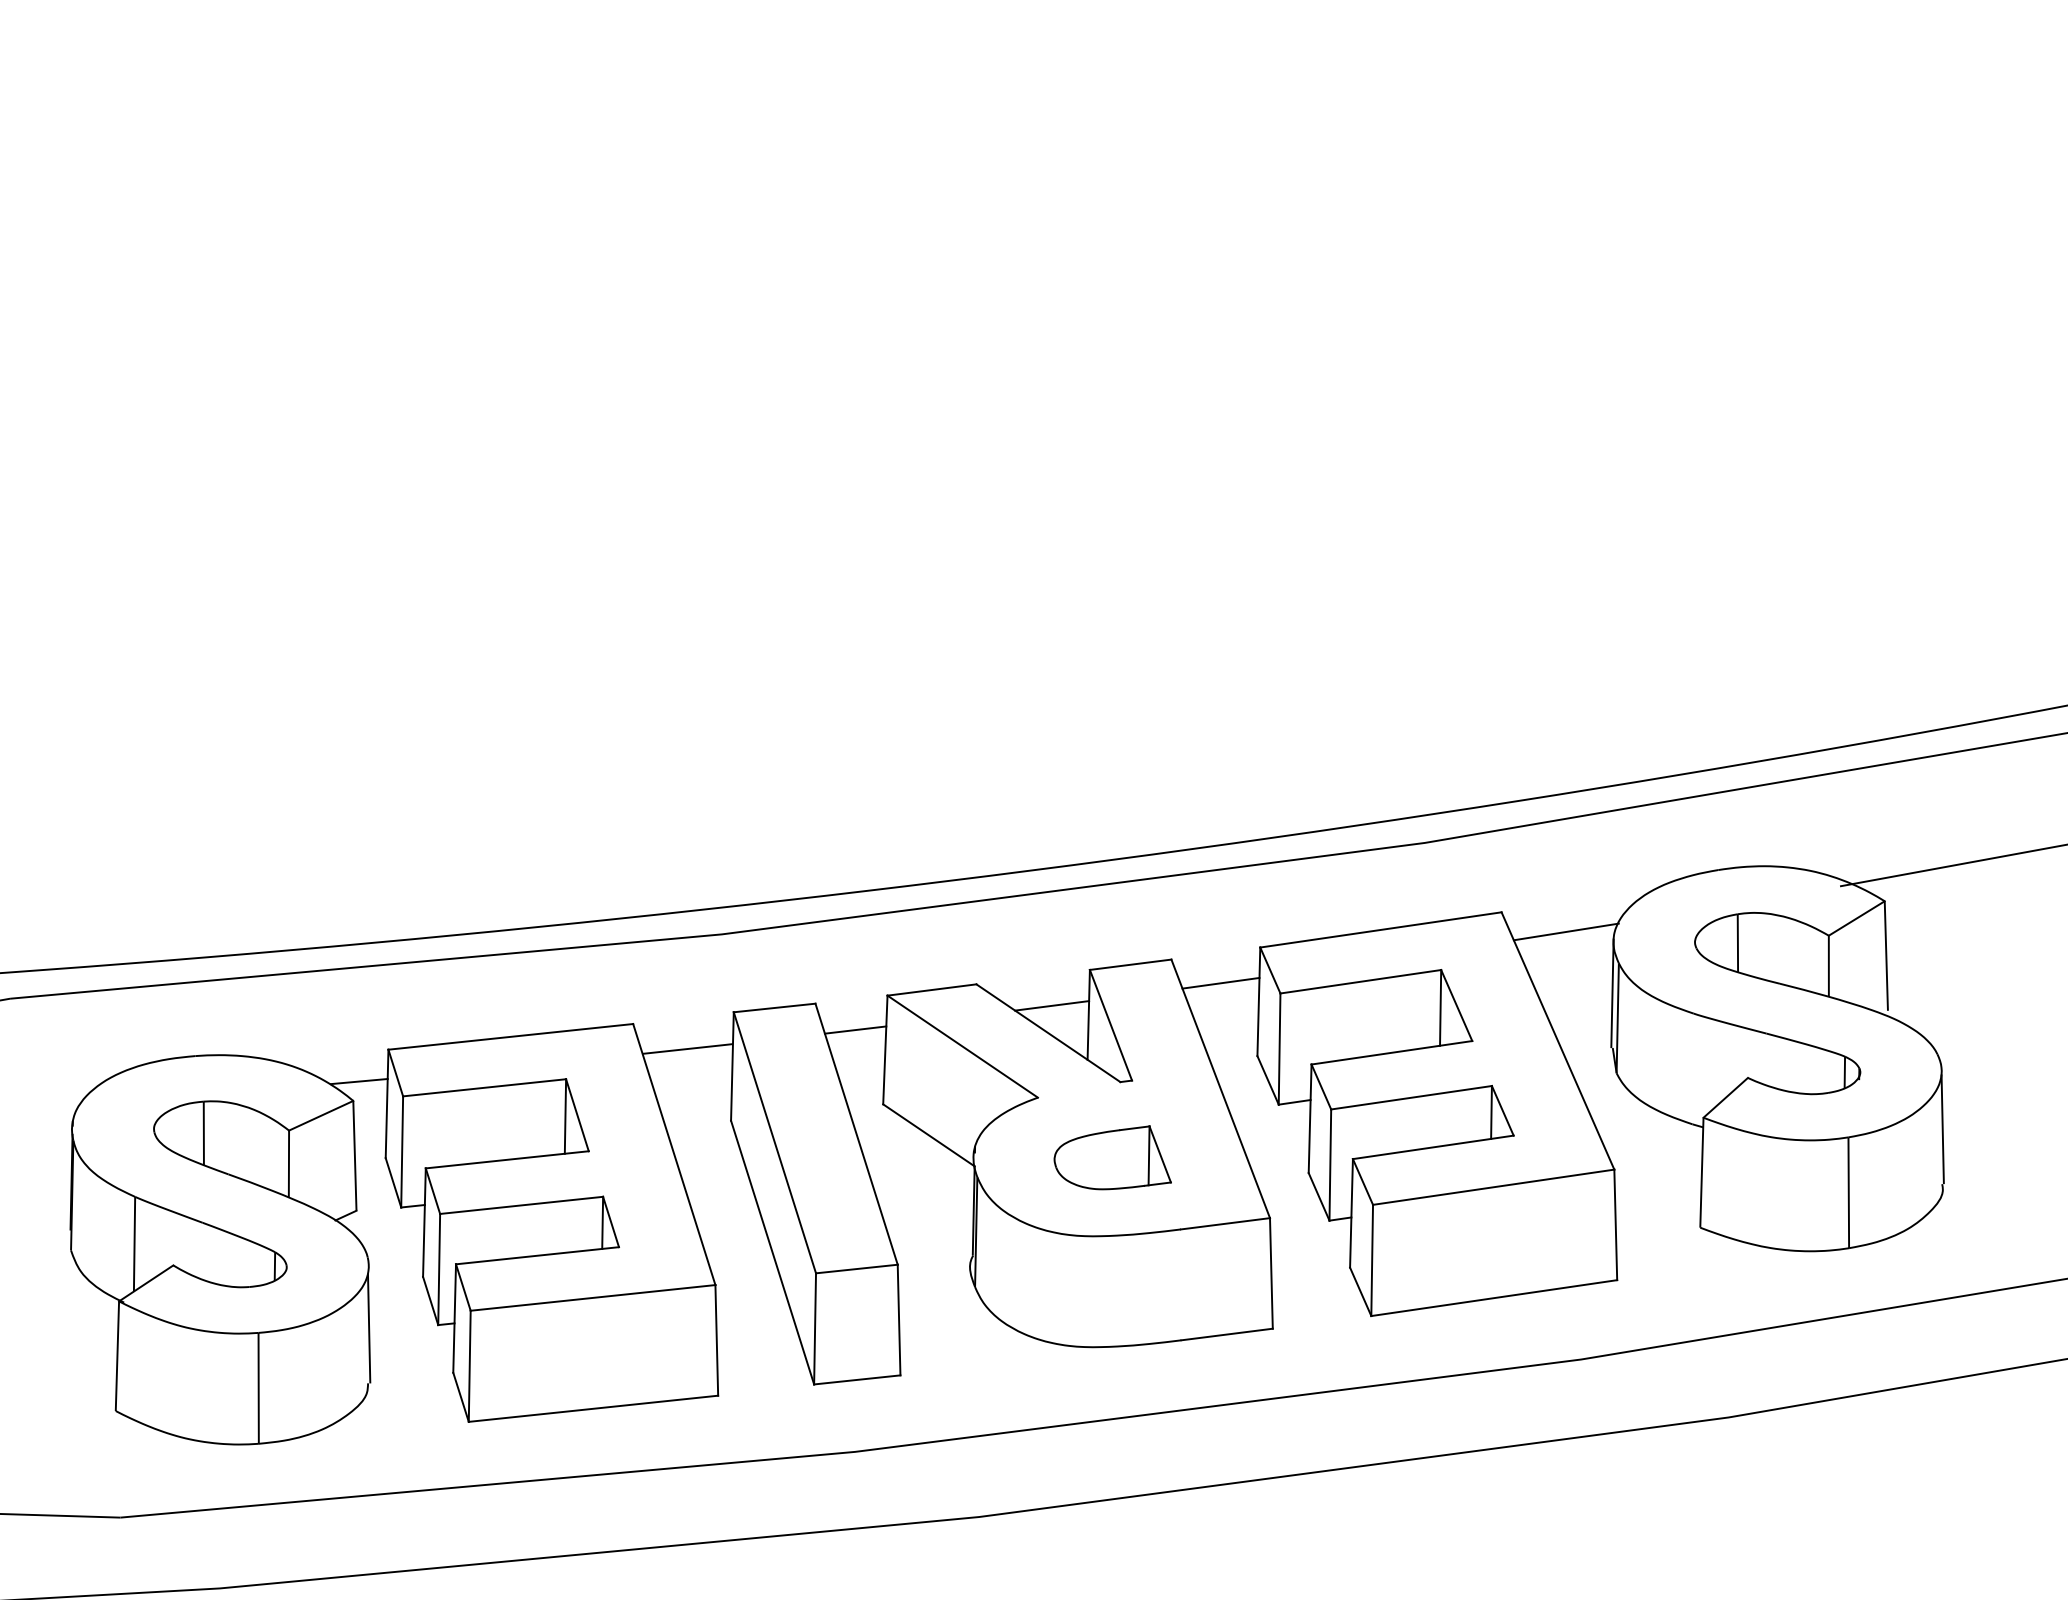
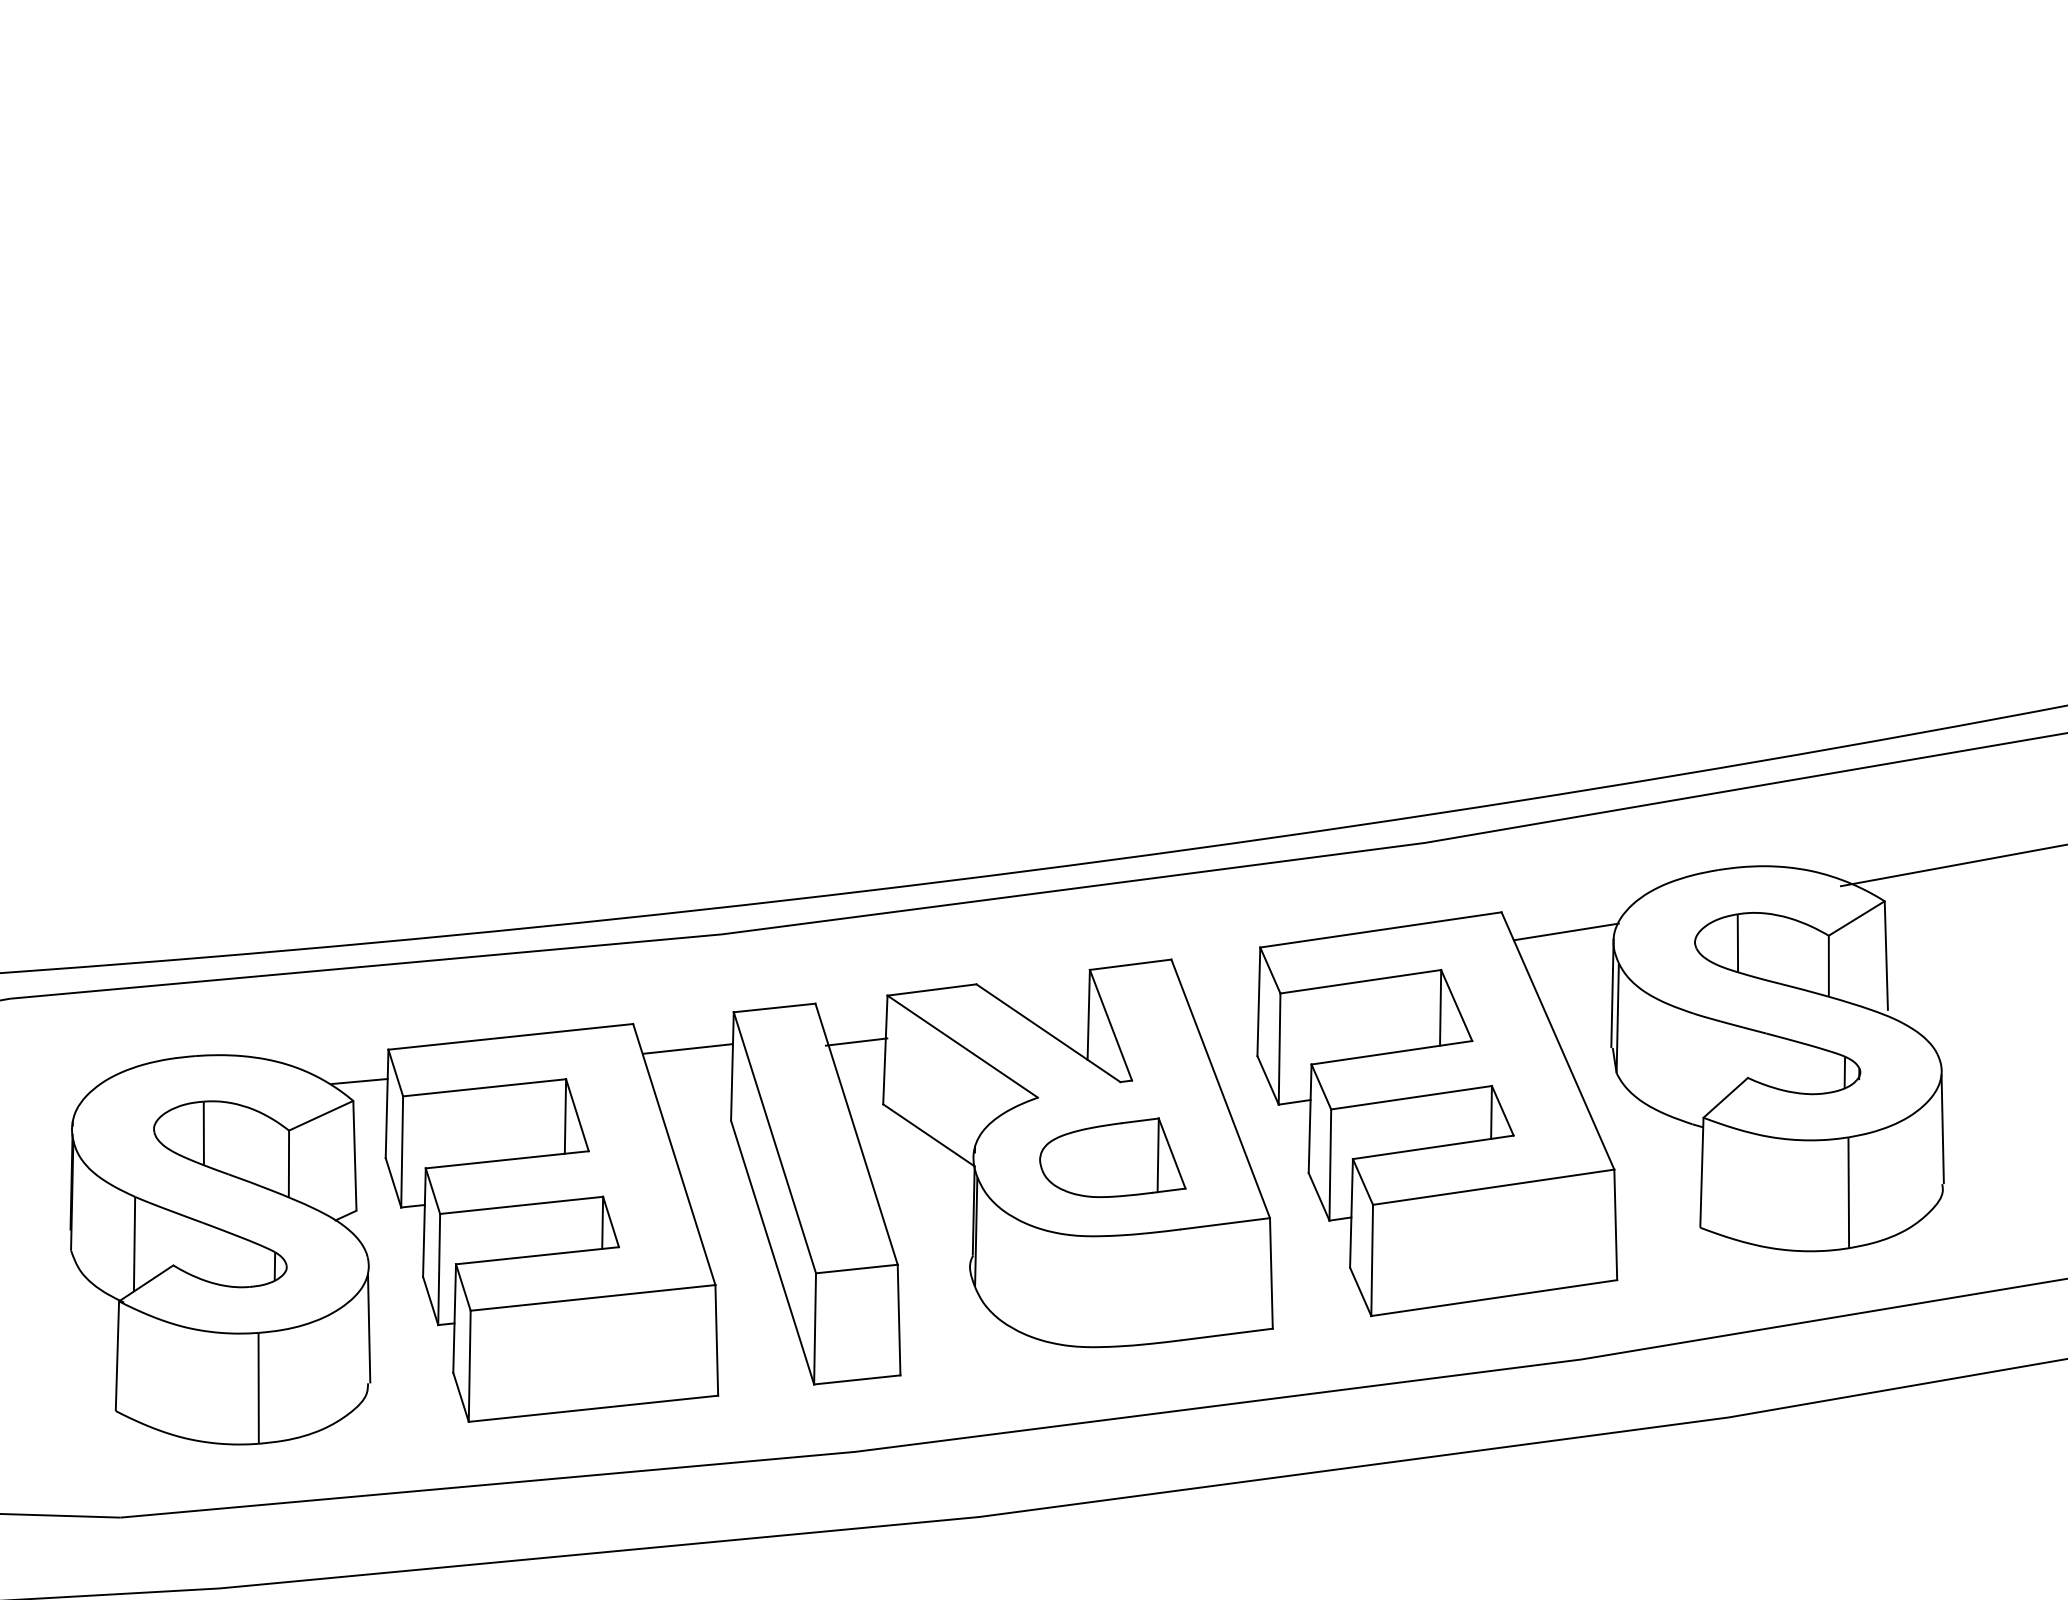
line at (1220, 982): present -> none
line at (1052, 1005): present -> none
line at (855, 1029) position: (855, 1029) -> (856, 1041)
part at (1112, 1157) size: 119x66 px -> 148x81 px
